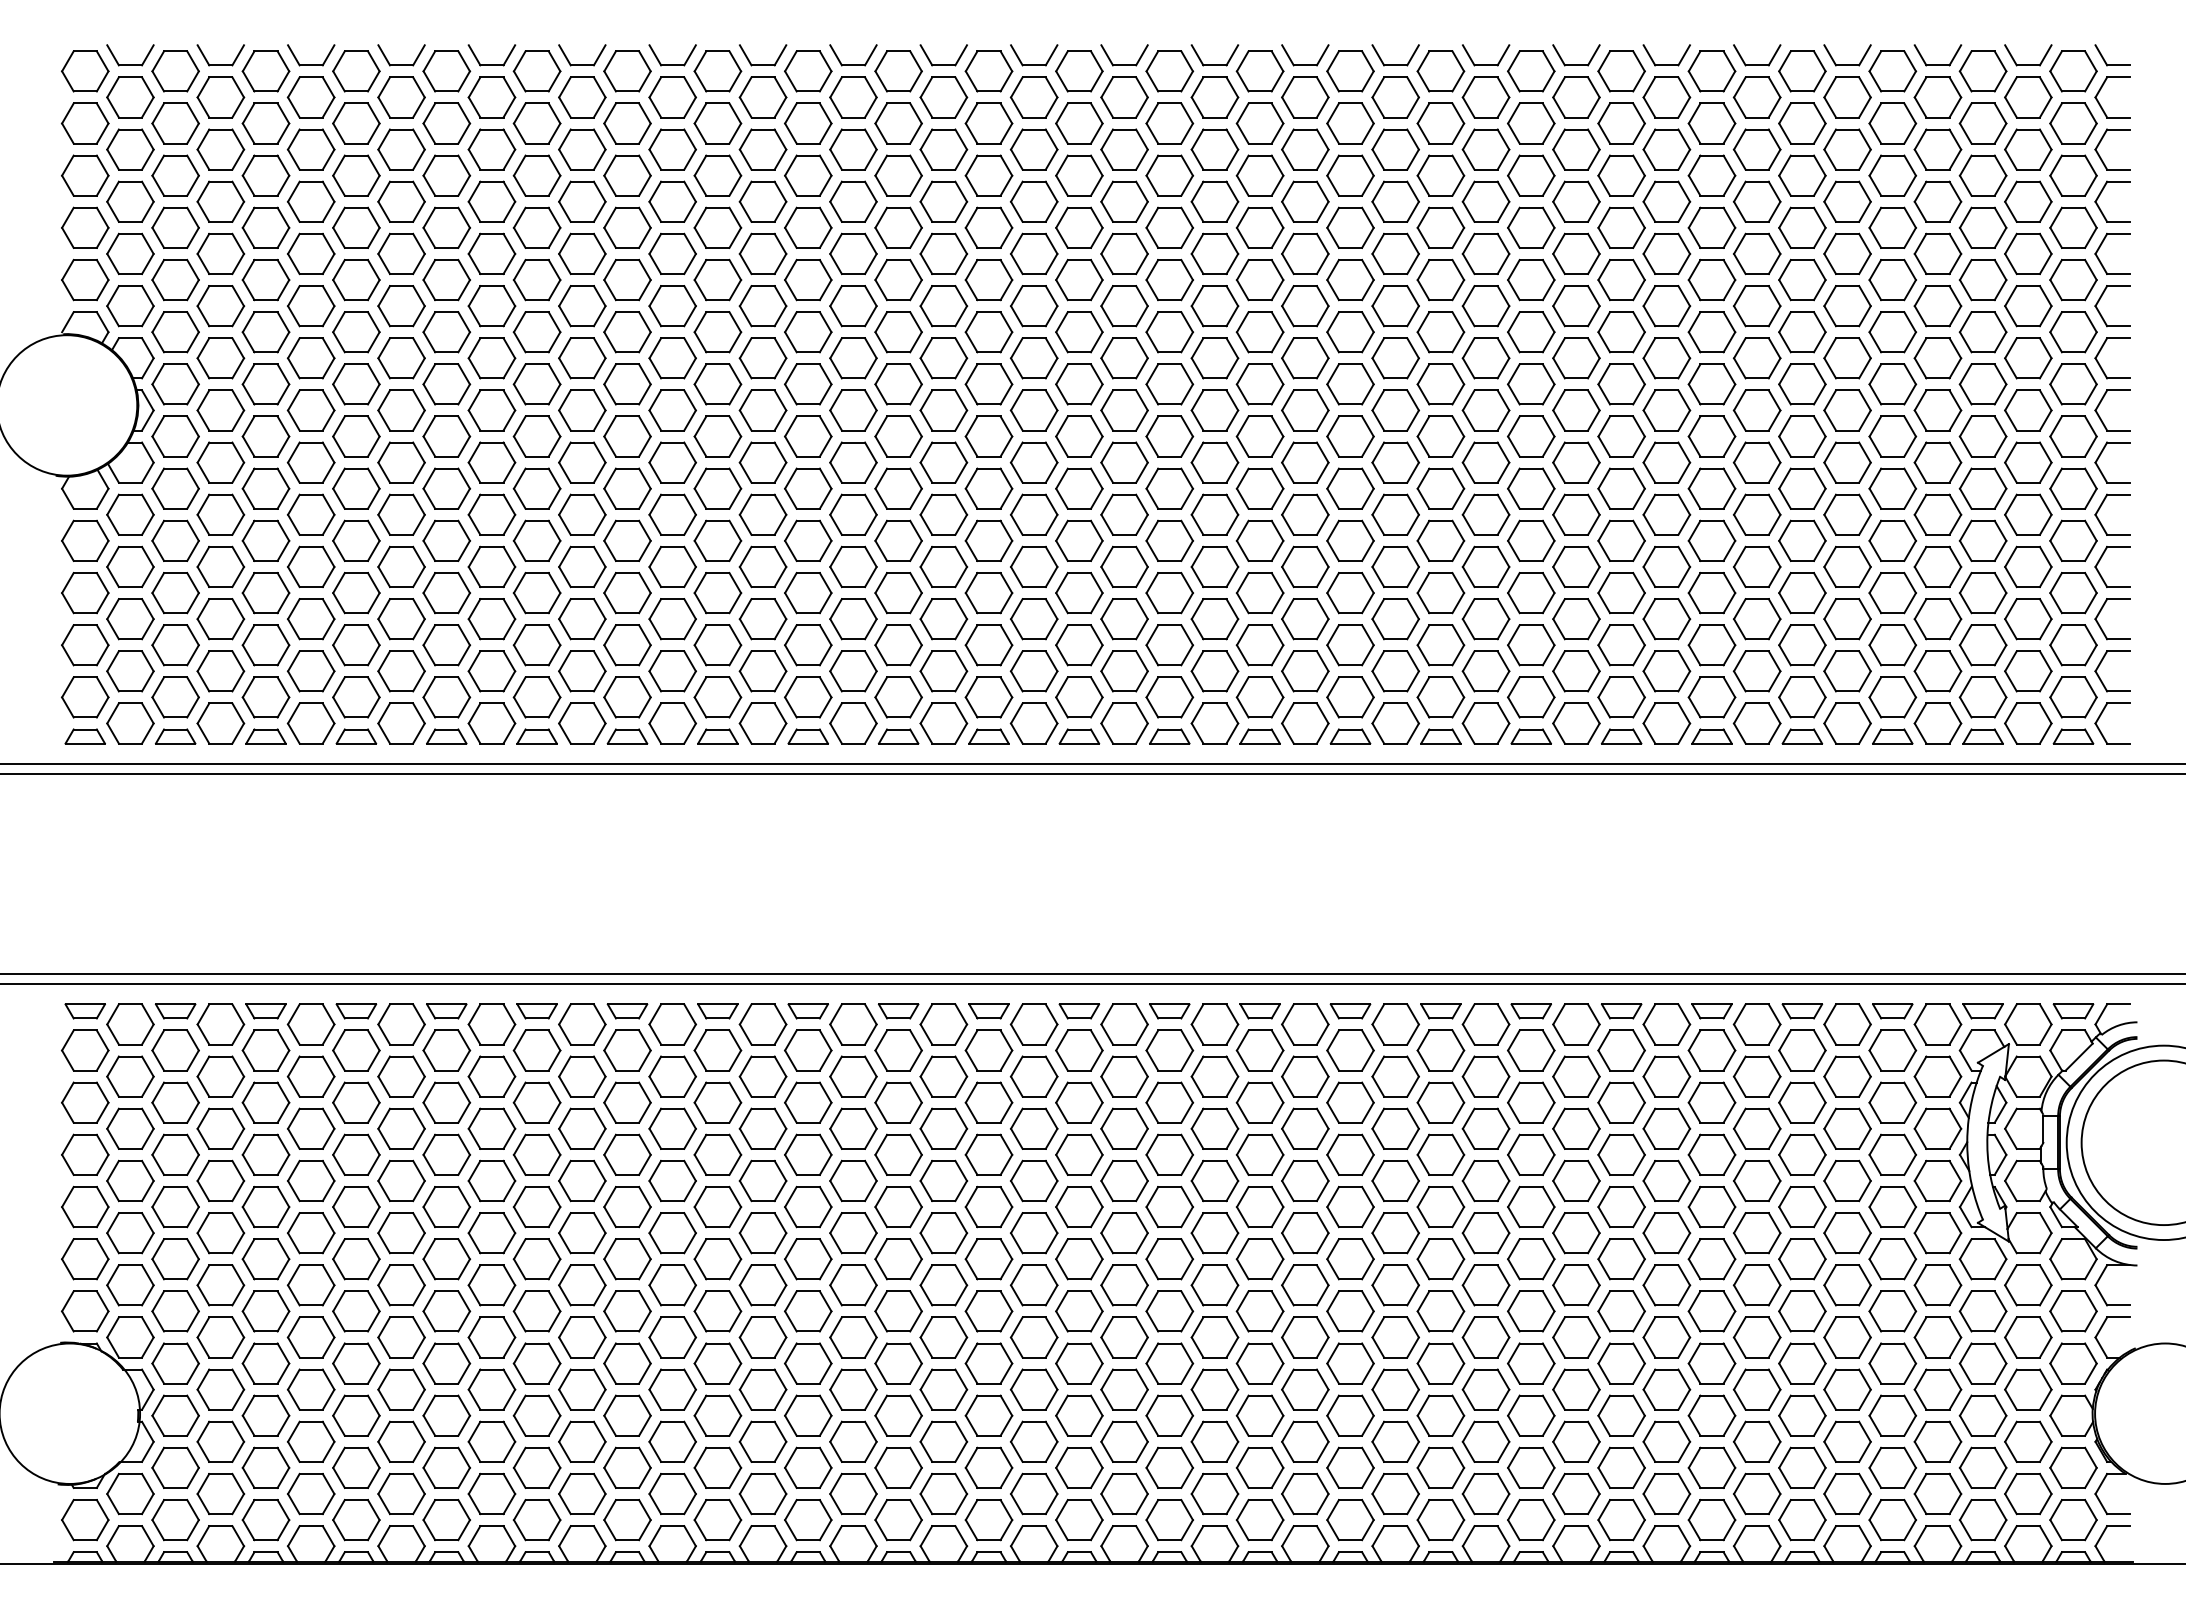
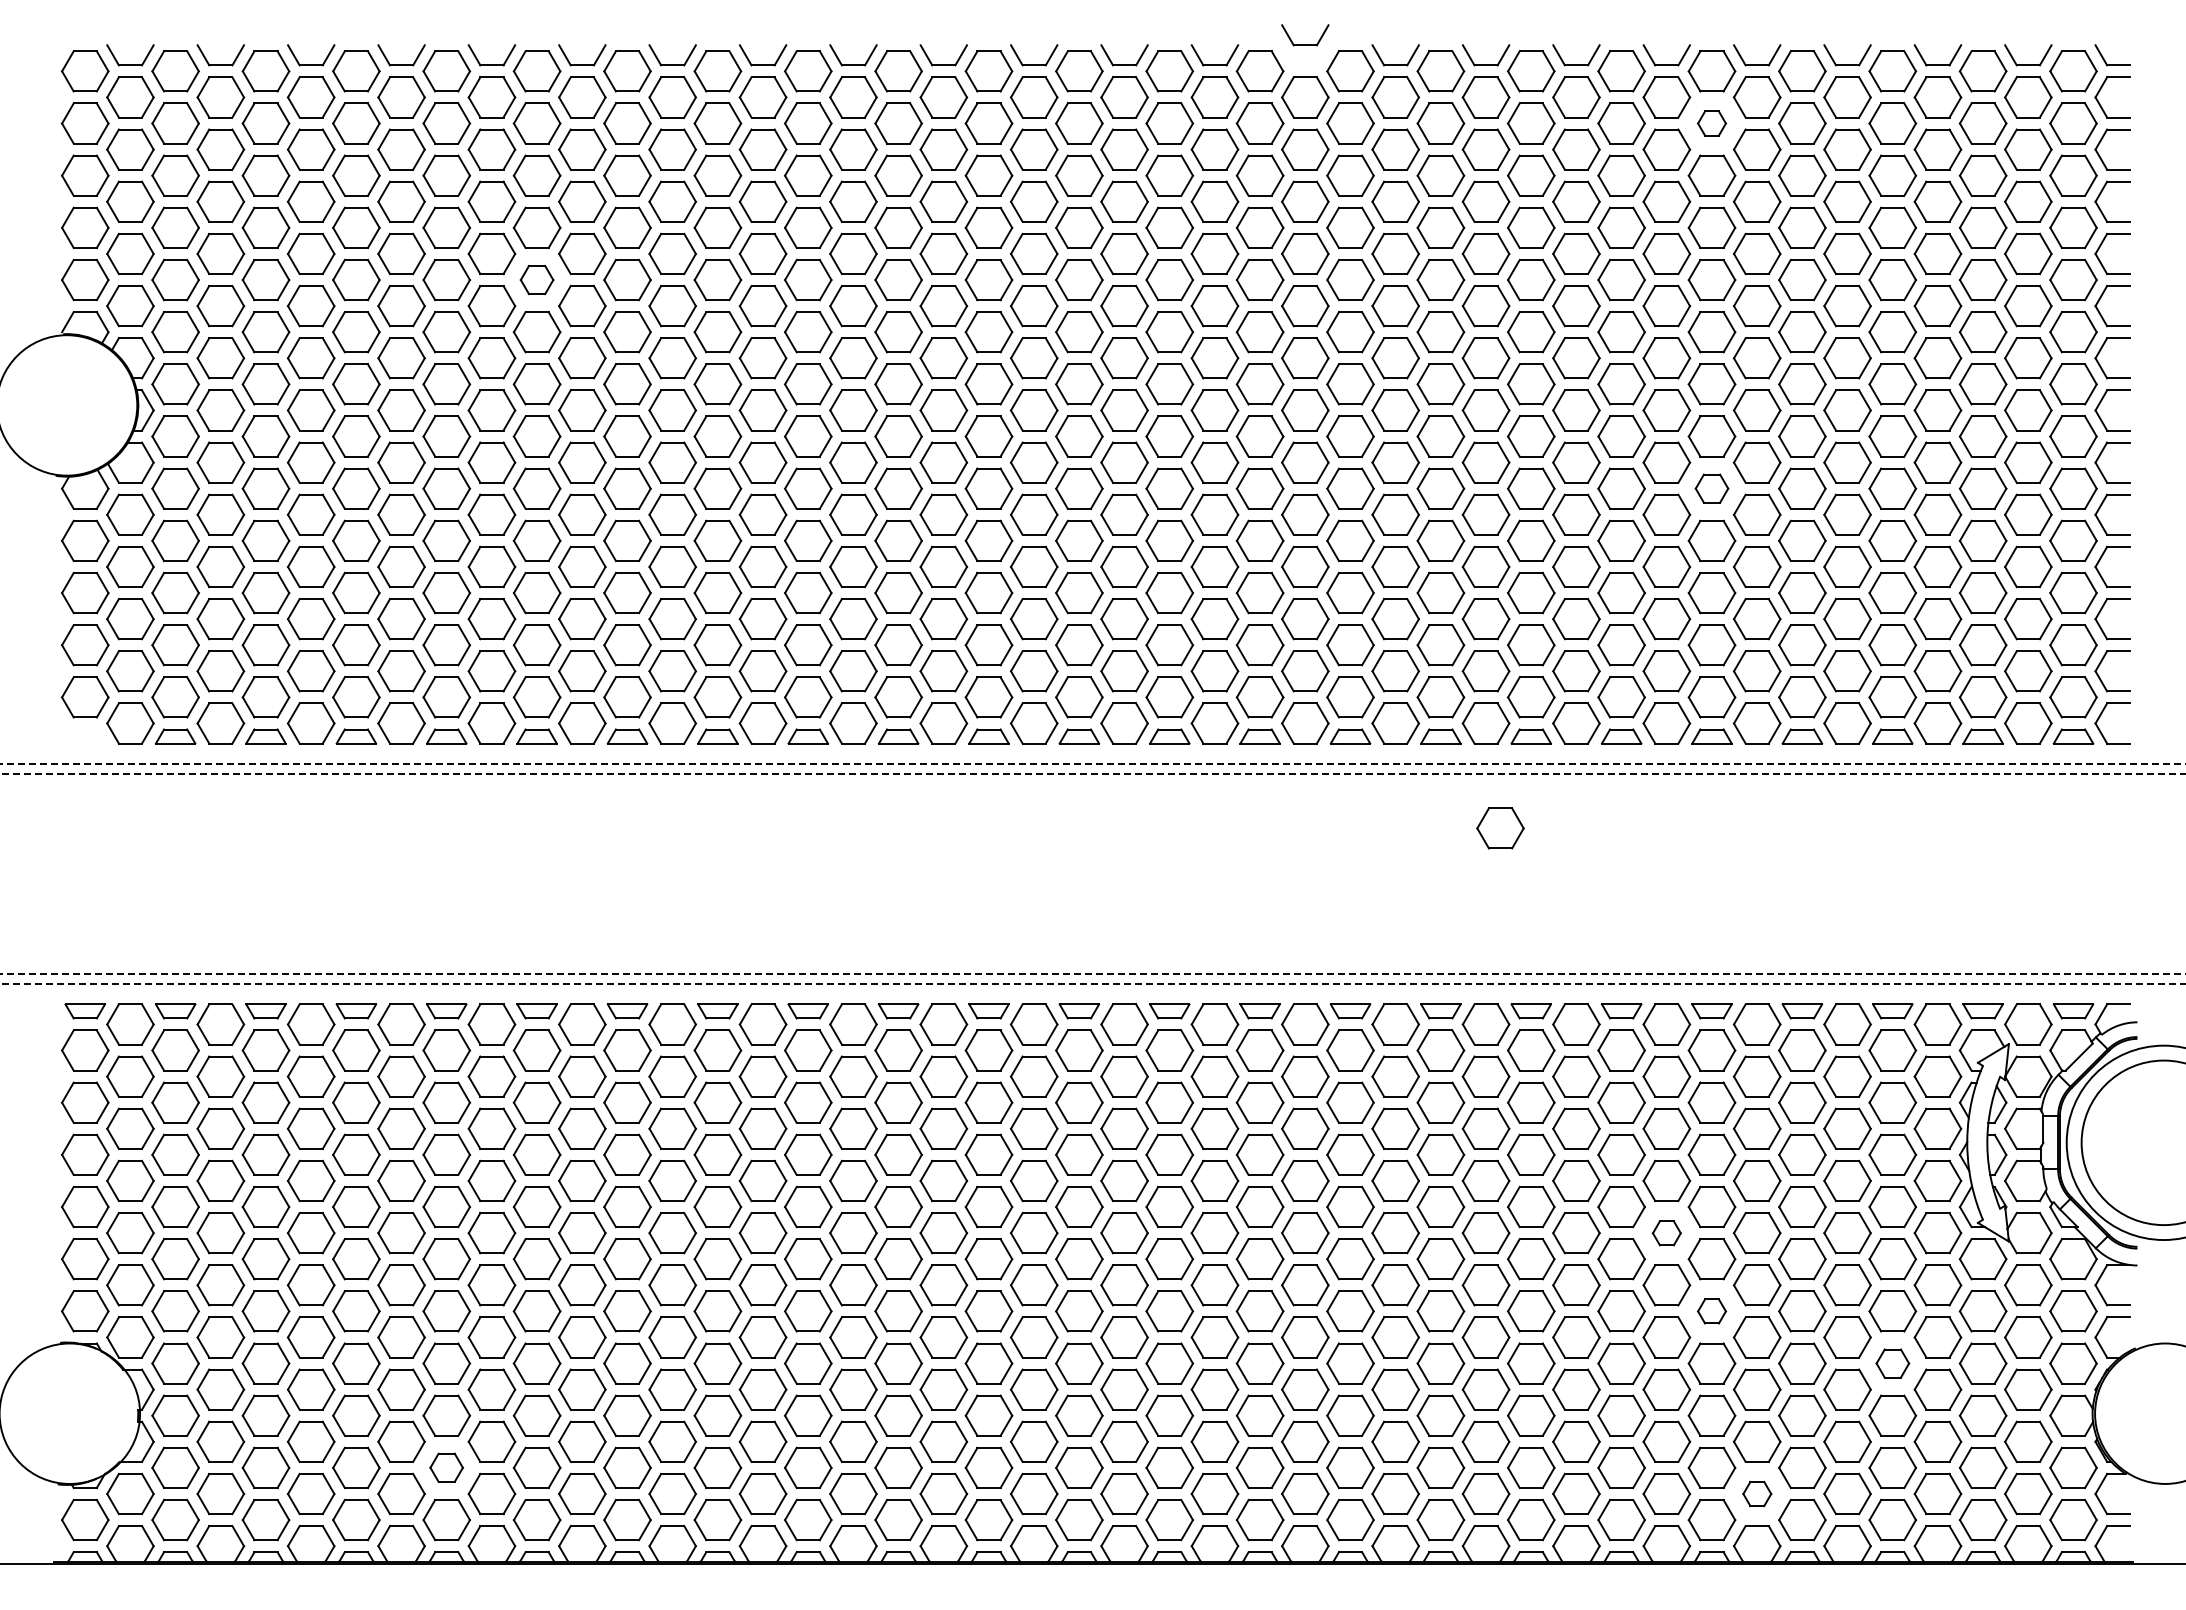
part at (1305, 64) position: (1305, 64) -> (1305, 44)
part at (1711, 123) size: 50x43 px -> 31x27 px
part at (536, 279) size: 50x44 px -> 36x32 px
part at (1711, 488) size: 50x43 px -> 36x31 px
part at (84, 736): present -> none
line at (1093, 763): solid -> dashed
line at (1093, 773): solid -> dashed
part at (1500, 828): none -> present
line at (1093, 974): solid -> dashed
line at (1093, 984): solid -> dashed
part at (1666, 1233) size: 50x43 px -> 31x27 px
part at (1711, 1311) size: 50x43 px -> 31x27 px
part at (1892, 1363) size: 50x43 px -> 36x31 px
part at (446, 1467) size: 49x43 px -> 35x31 px
part at (1757, 1493) size: 49x44 px -> 31x28 px
